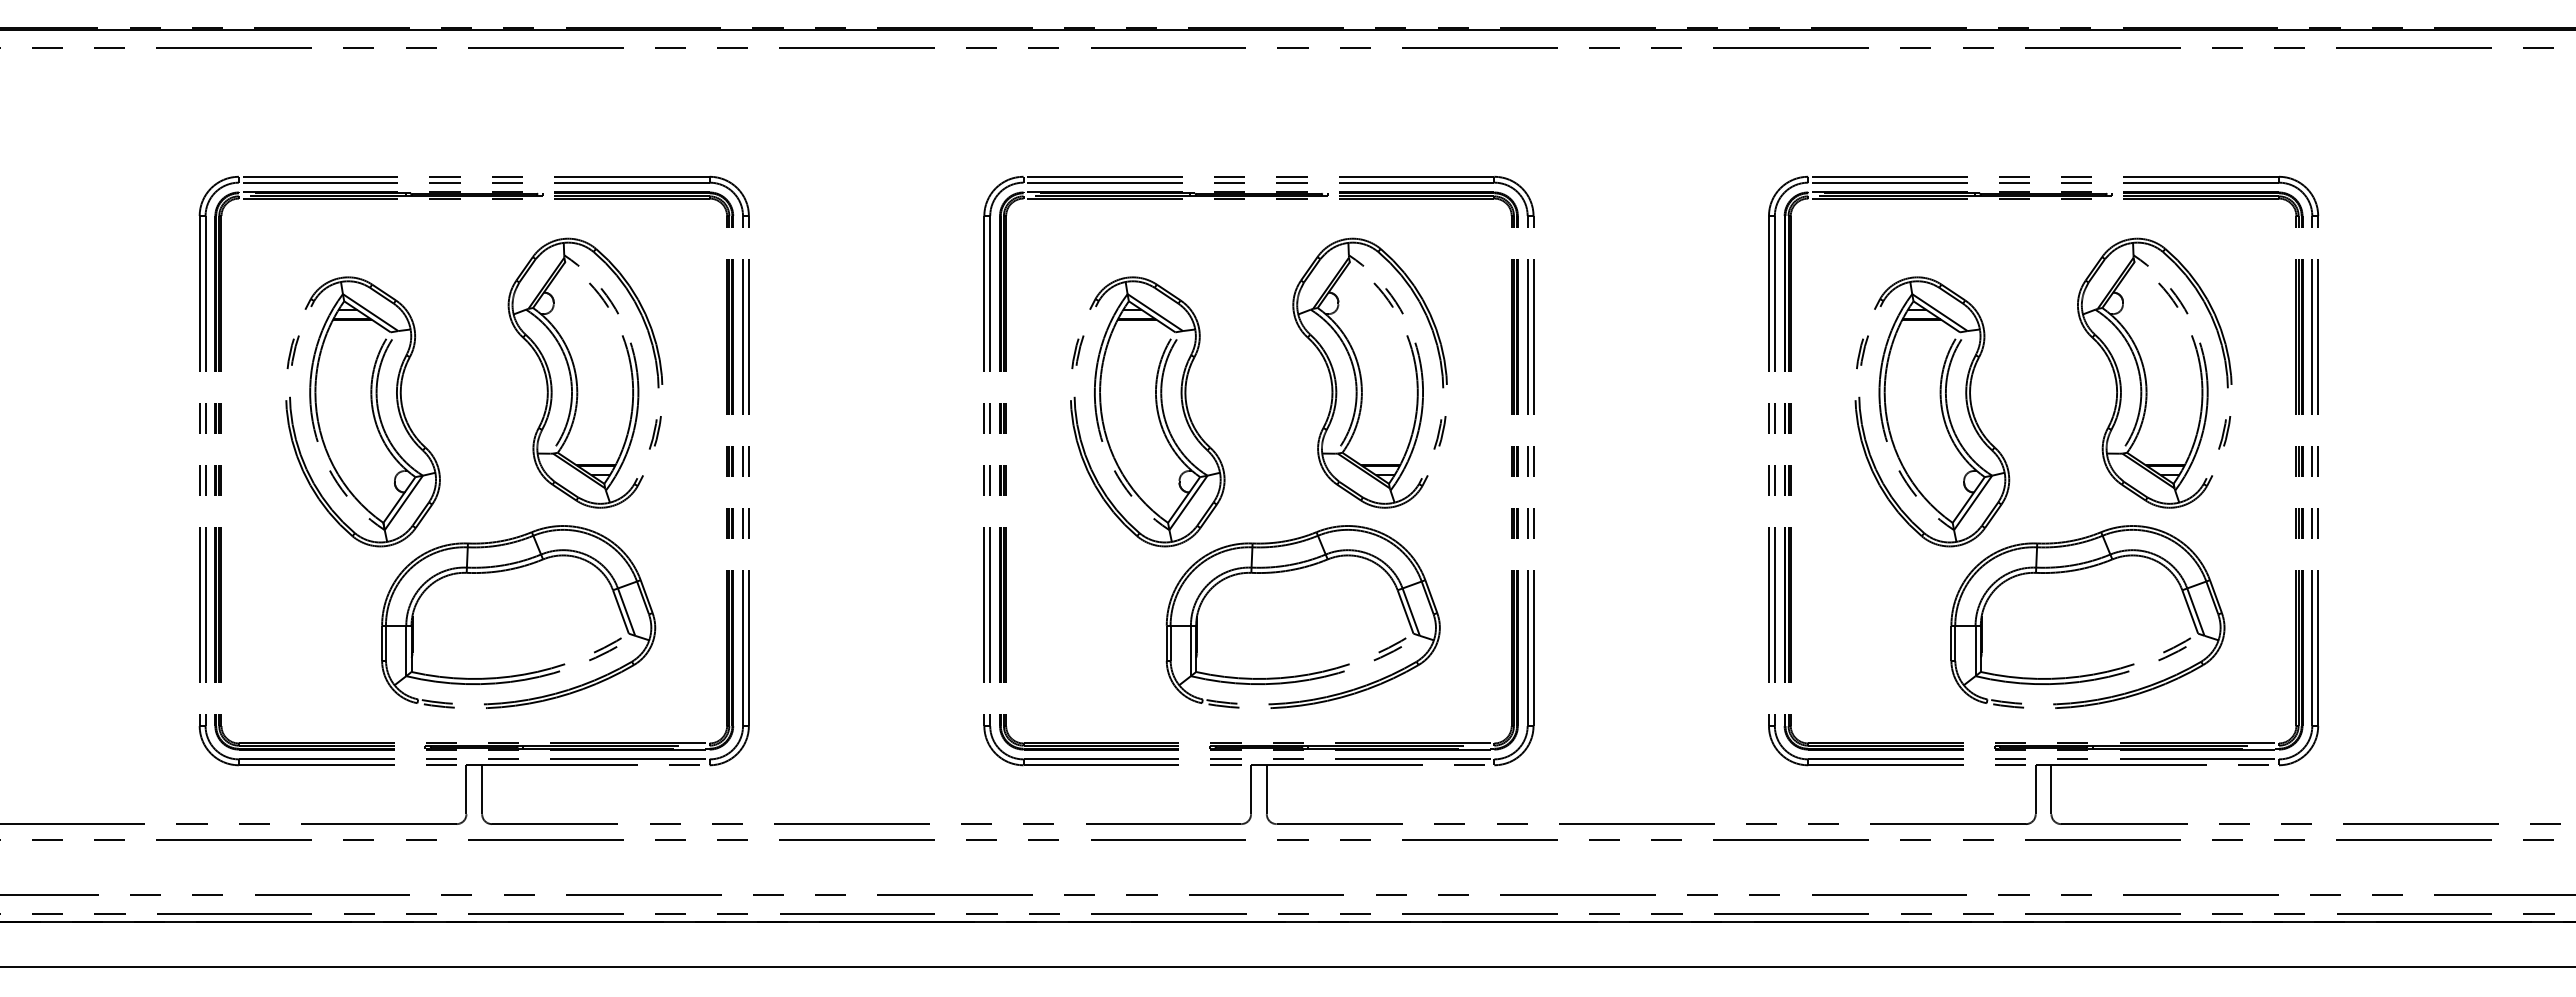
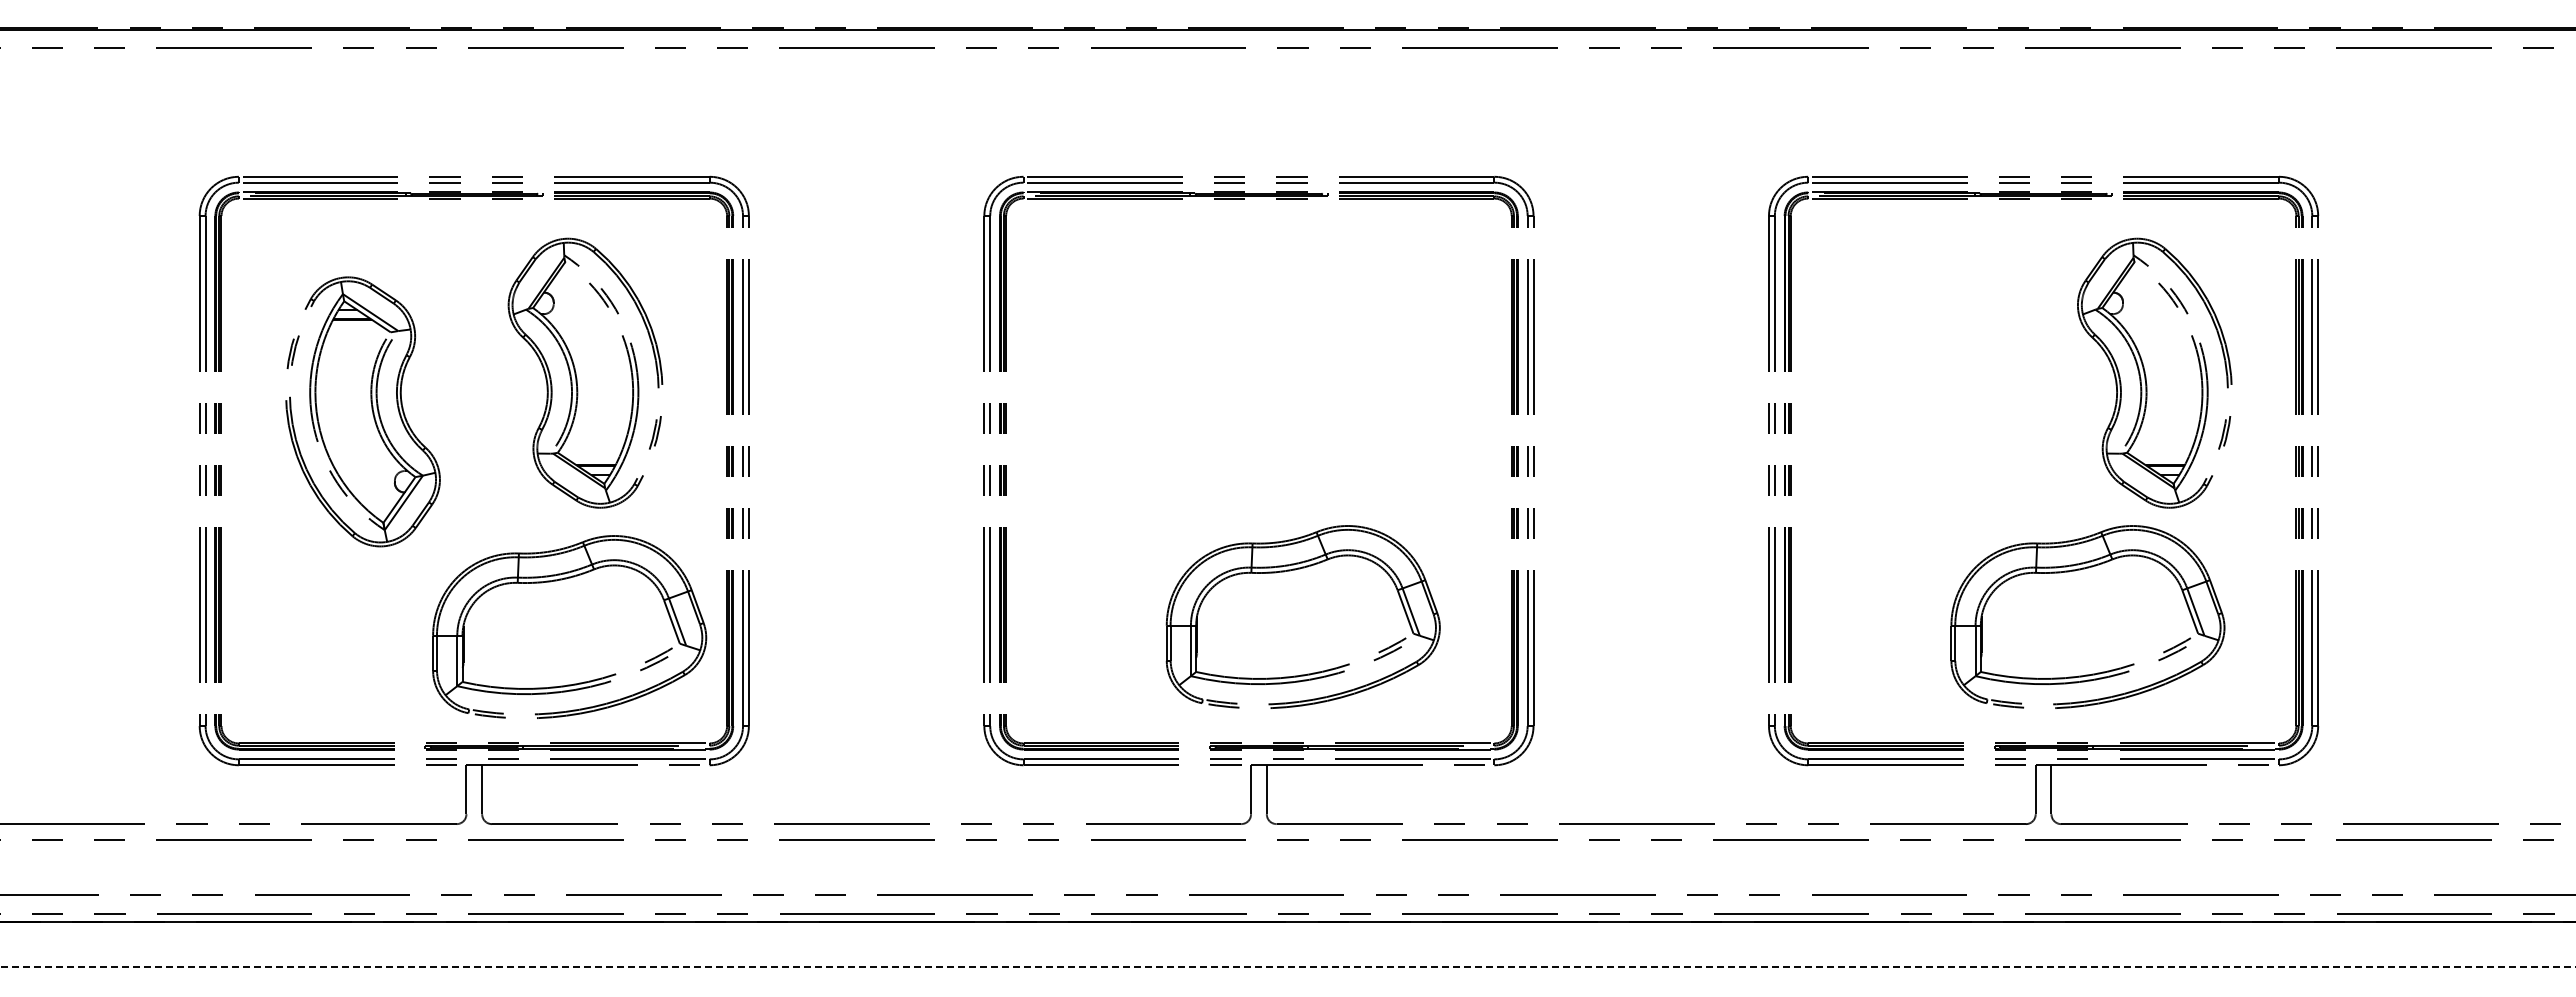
part at (1361, 374): present -> none
part at (1147, 411): present -> none
part at (1932, 411): present -> none
part at (511, 570) position: (511, 570) -> (562, 580)
line at (1287, 967): solid -> dashed
